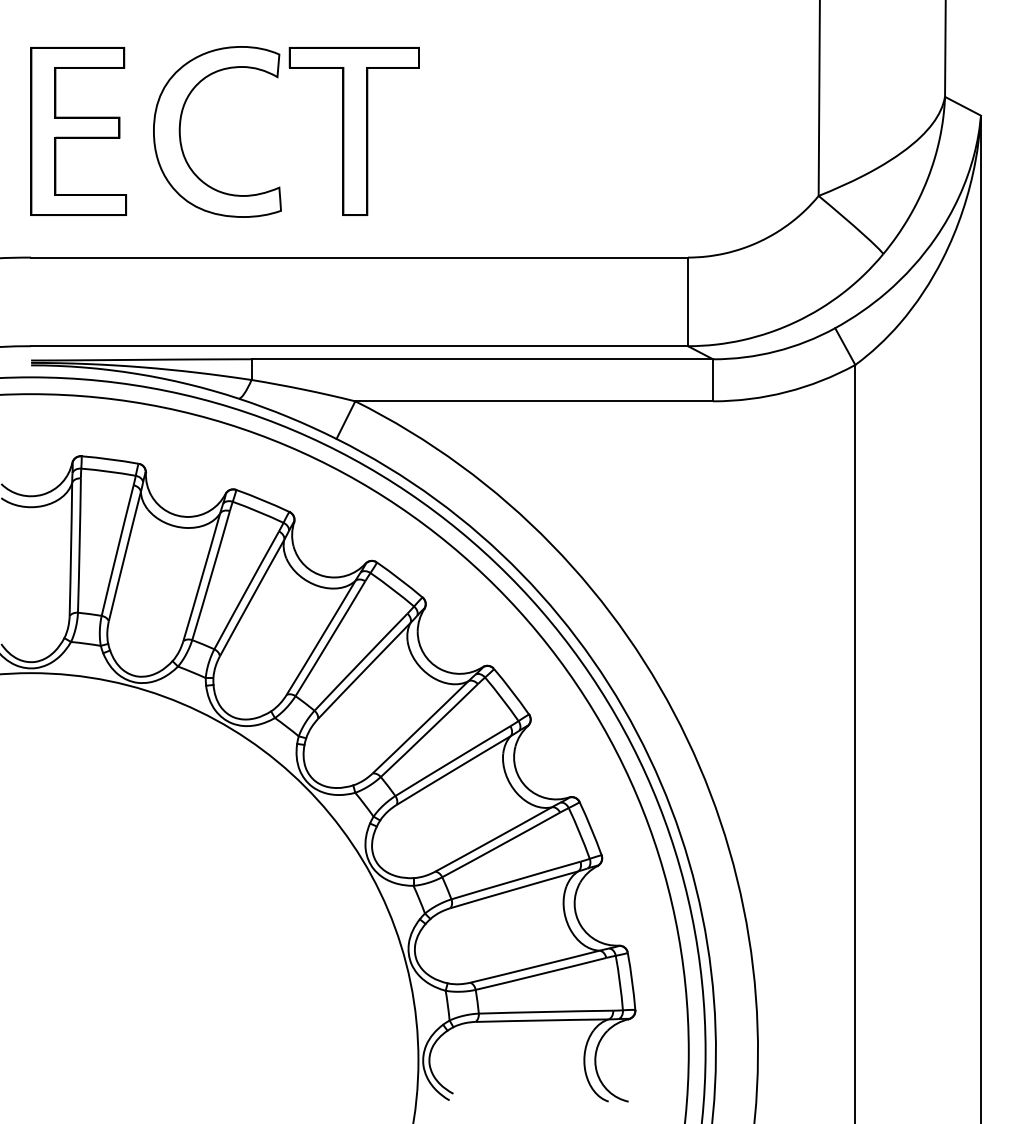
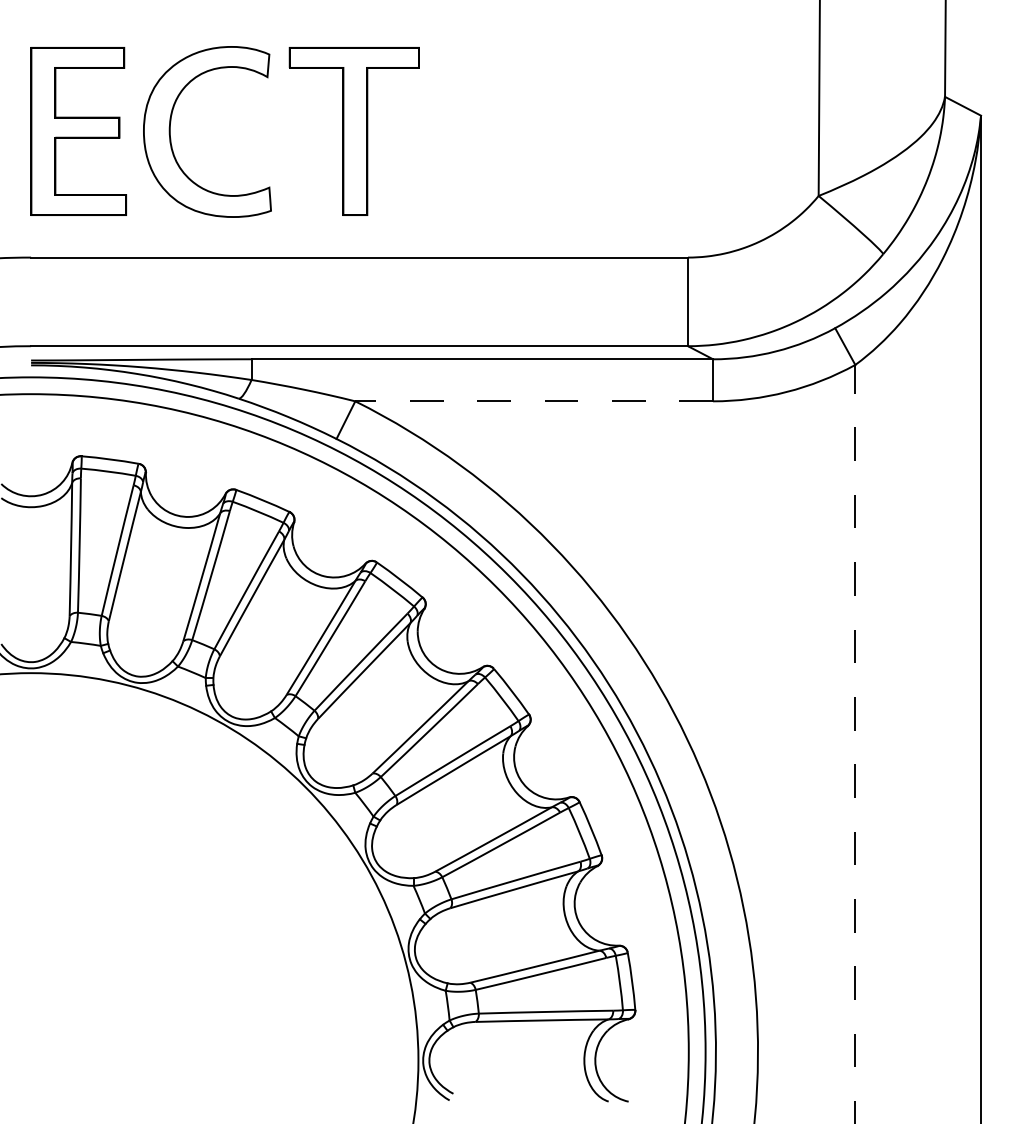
part at (181, 138) position: (181, 138) -> (171, 138)
line at (534, 401): solid -> dashed
line at (855, 743): solid -> dashed
